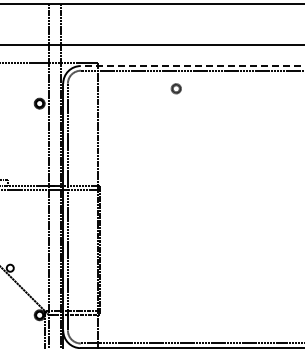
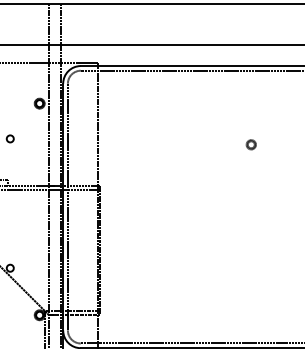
line at (192, 66): dashed -> solid
part at (175, 88) position: (175, 88) -> (250, 144)
circle at (9, 138): none -> present
